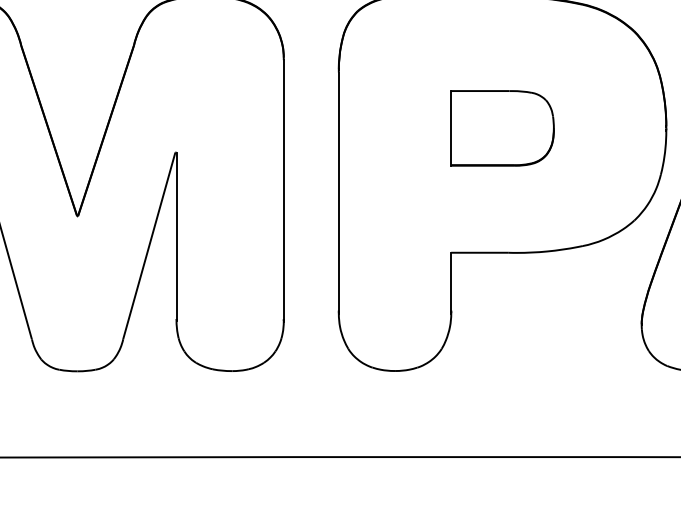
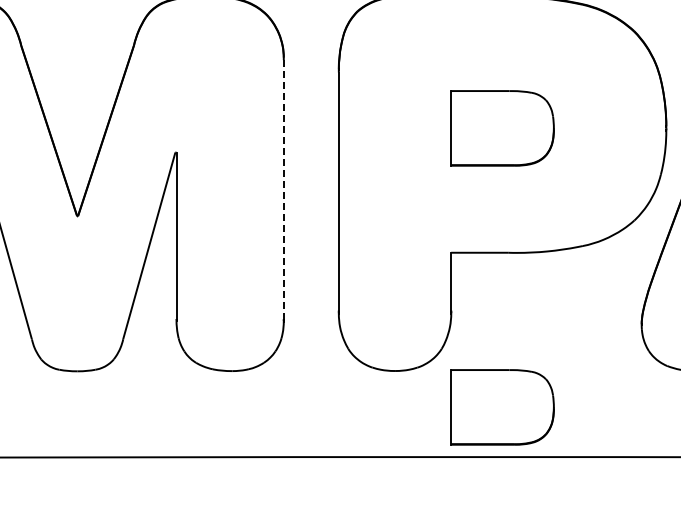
line at (283, 189): solid -> dashed
part at (502, 407): none -> present
